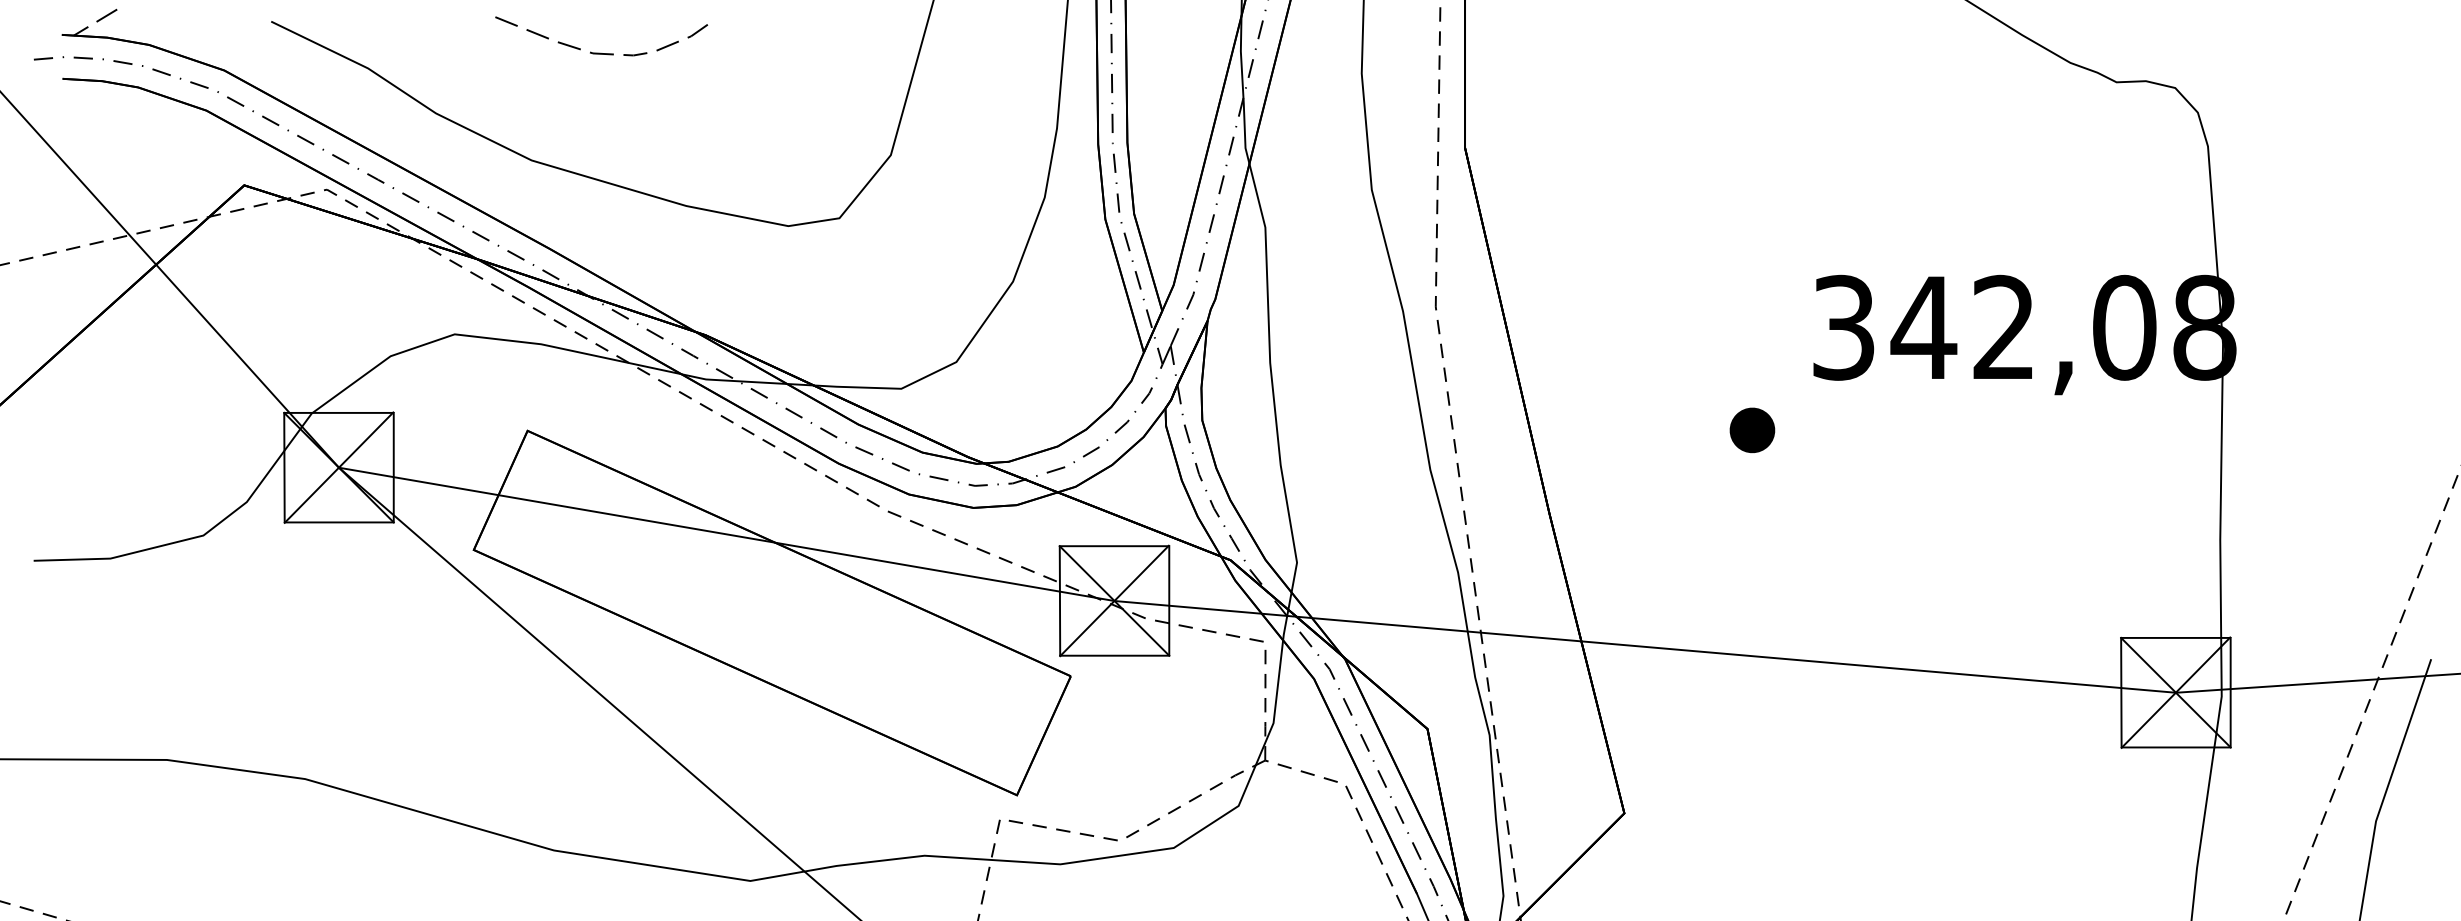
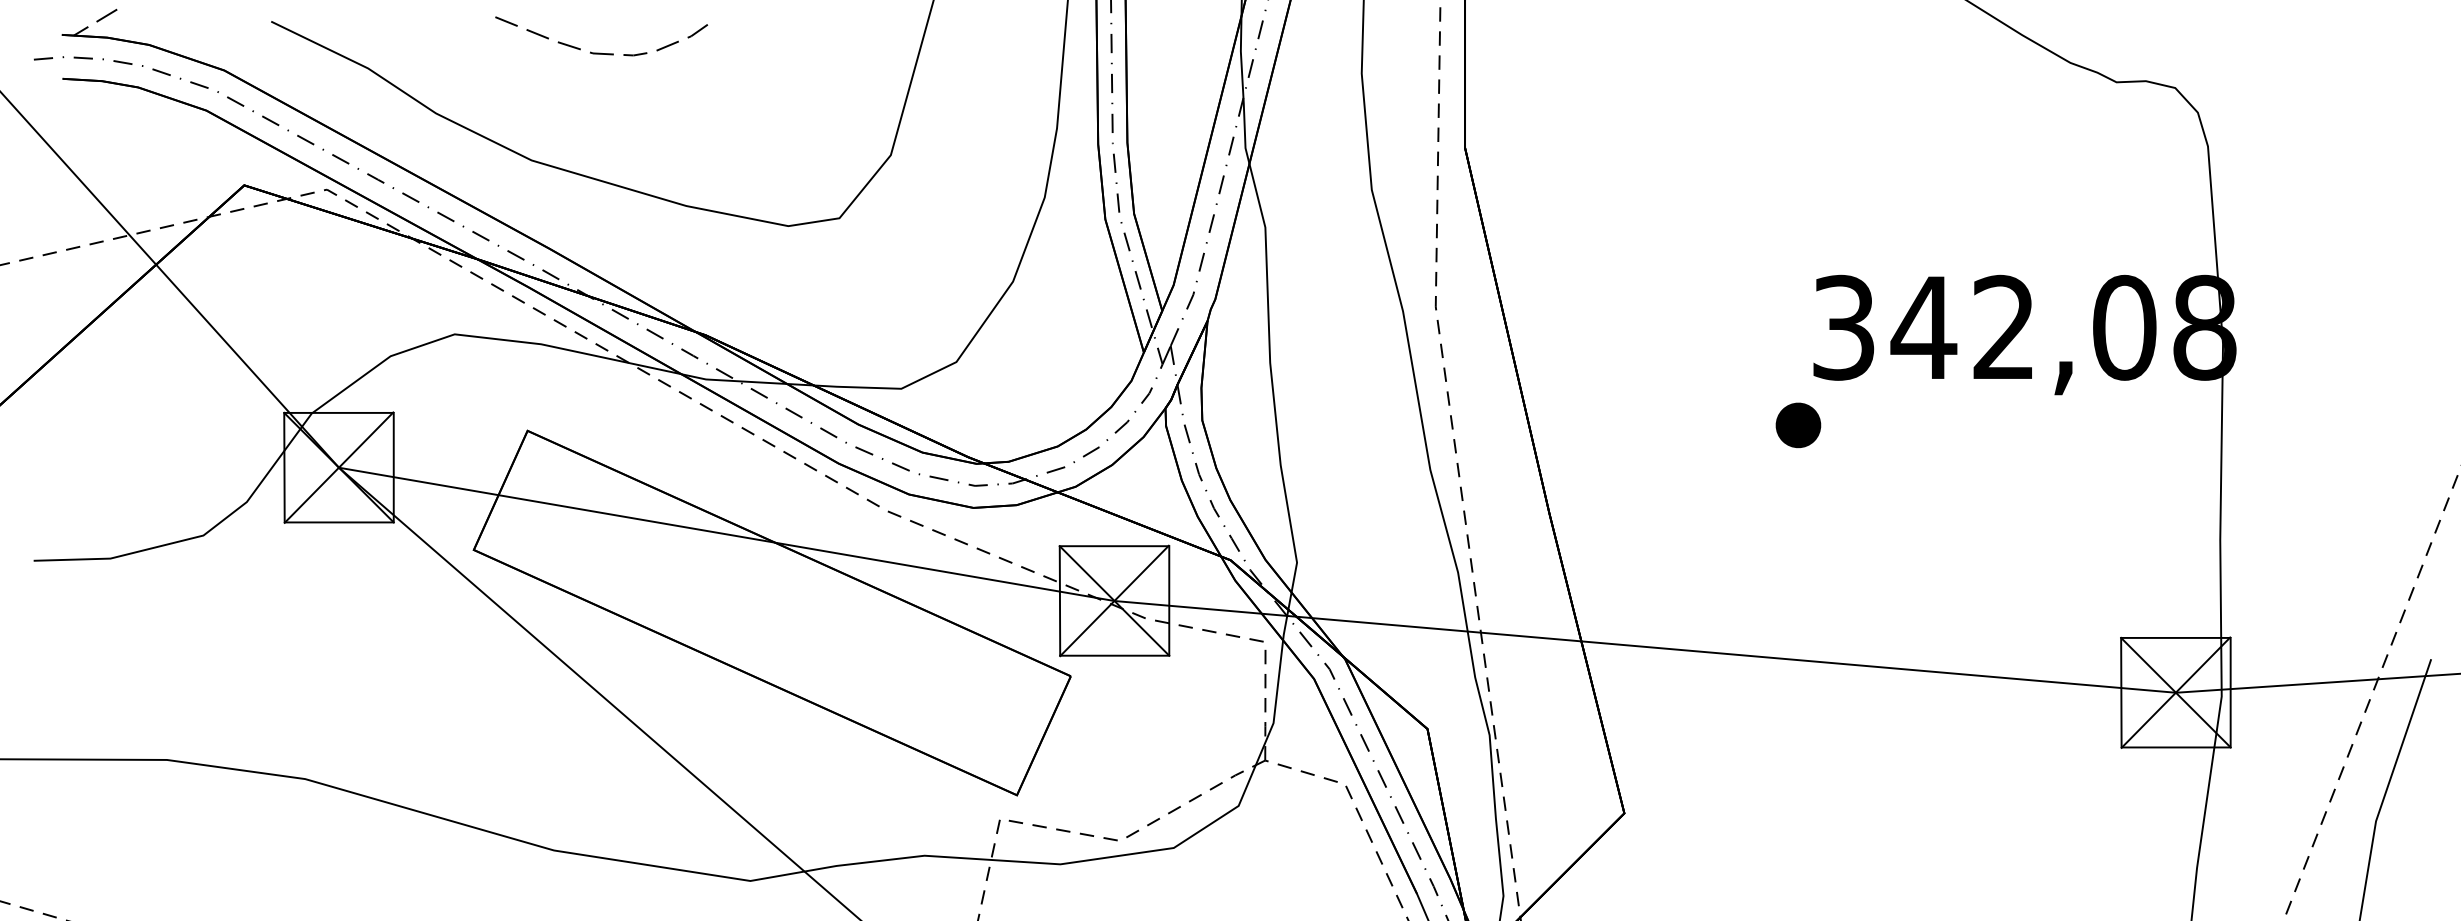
part at (1752, 430) position: (1752, 430) -> (1798, 425)
